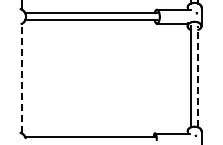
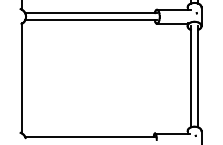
line at (198, 76): dashed -> solid
line at (21, 77): dashed -> solid
